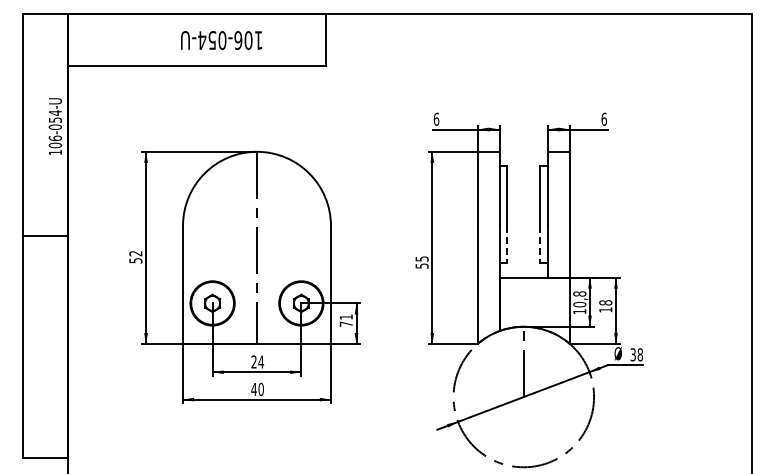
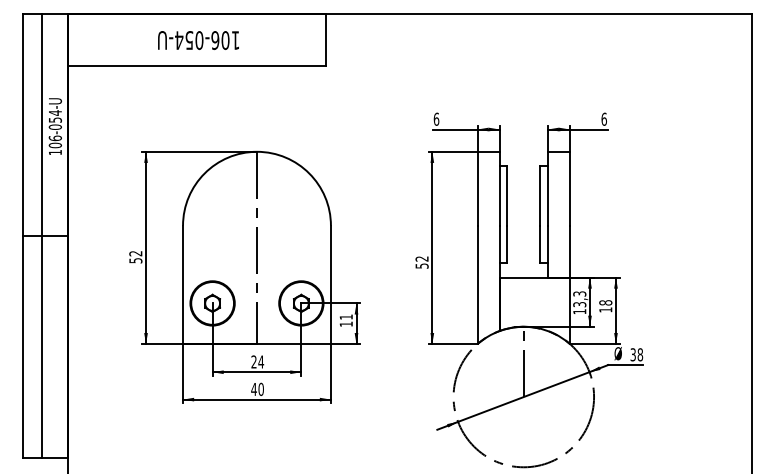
text at (221, 40) position: (221, 40) -> (198, 40)
line at (41, 235): none -> present
line at (507, 244): dashed -> solid
line at (540, 244): dashed -> solid
text at (421, 258): 55 -> 52
text at (579, 299): 10,8 -> 13,3
text at (345, 323): 71 -> 11
